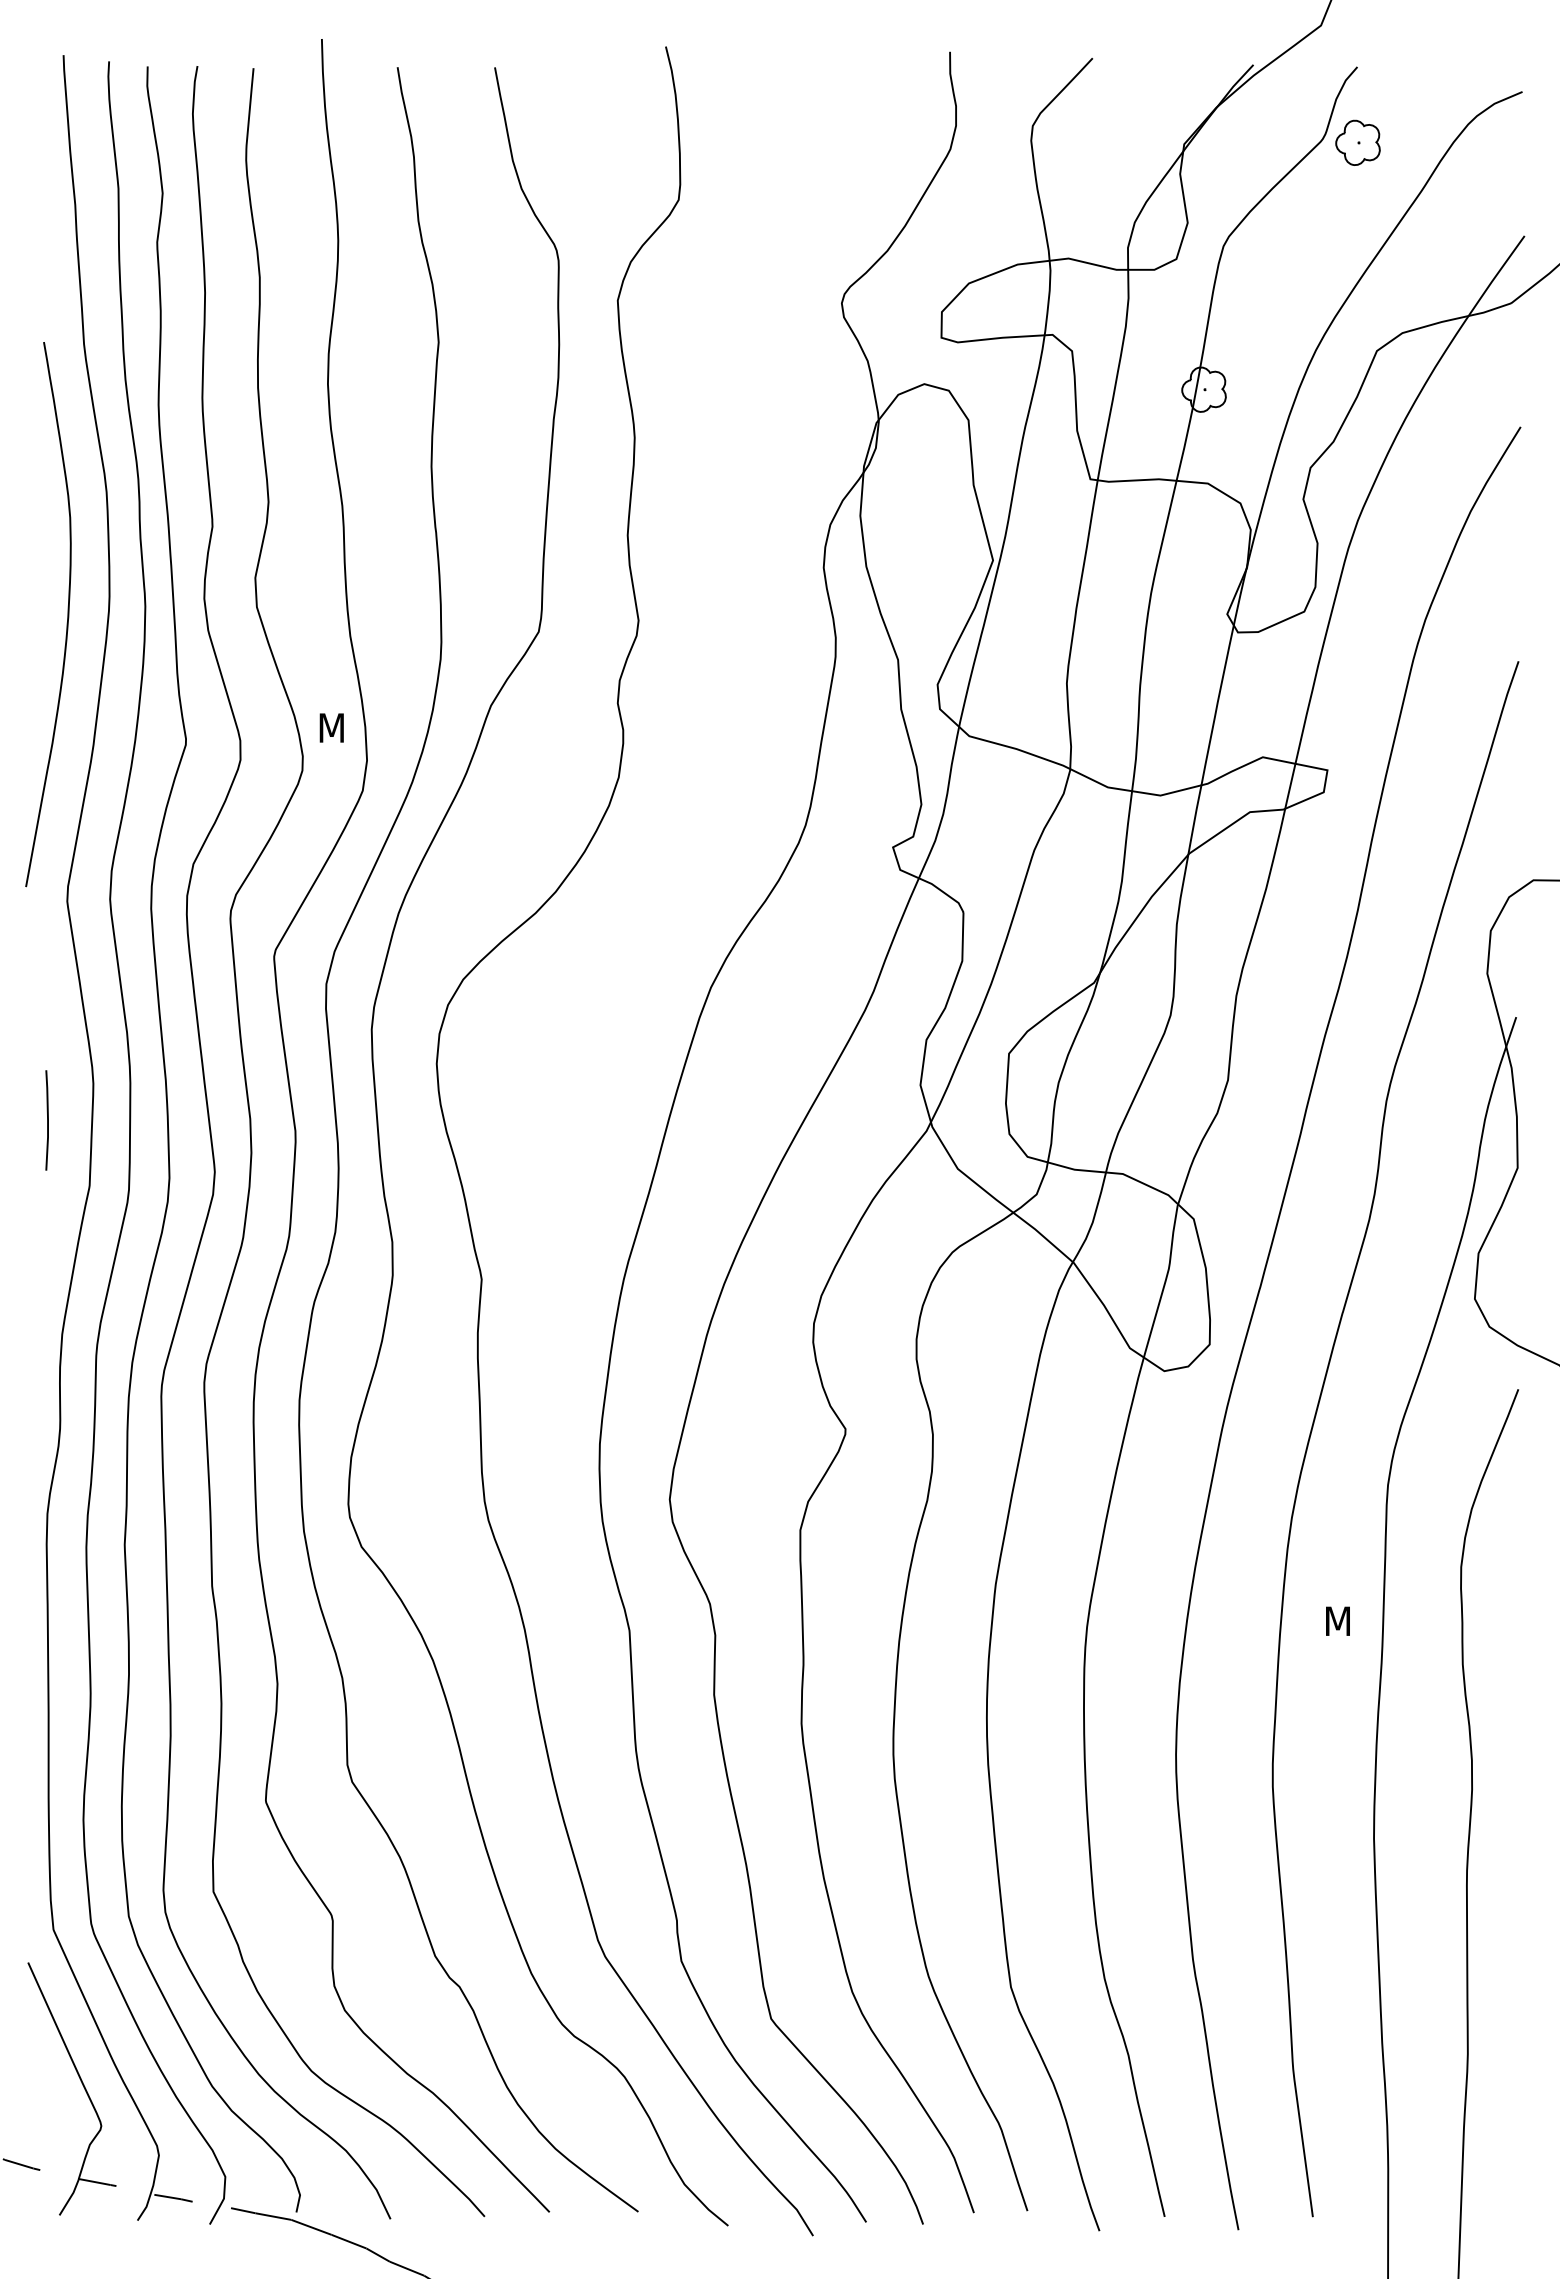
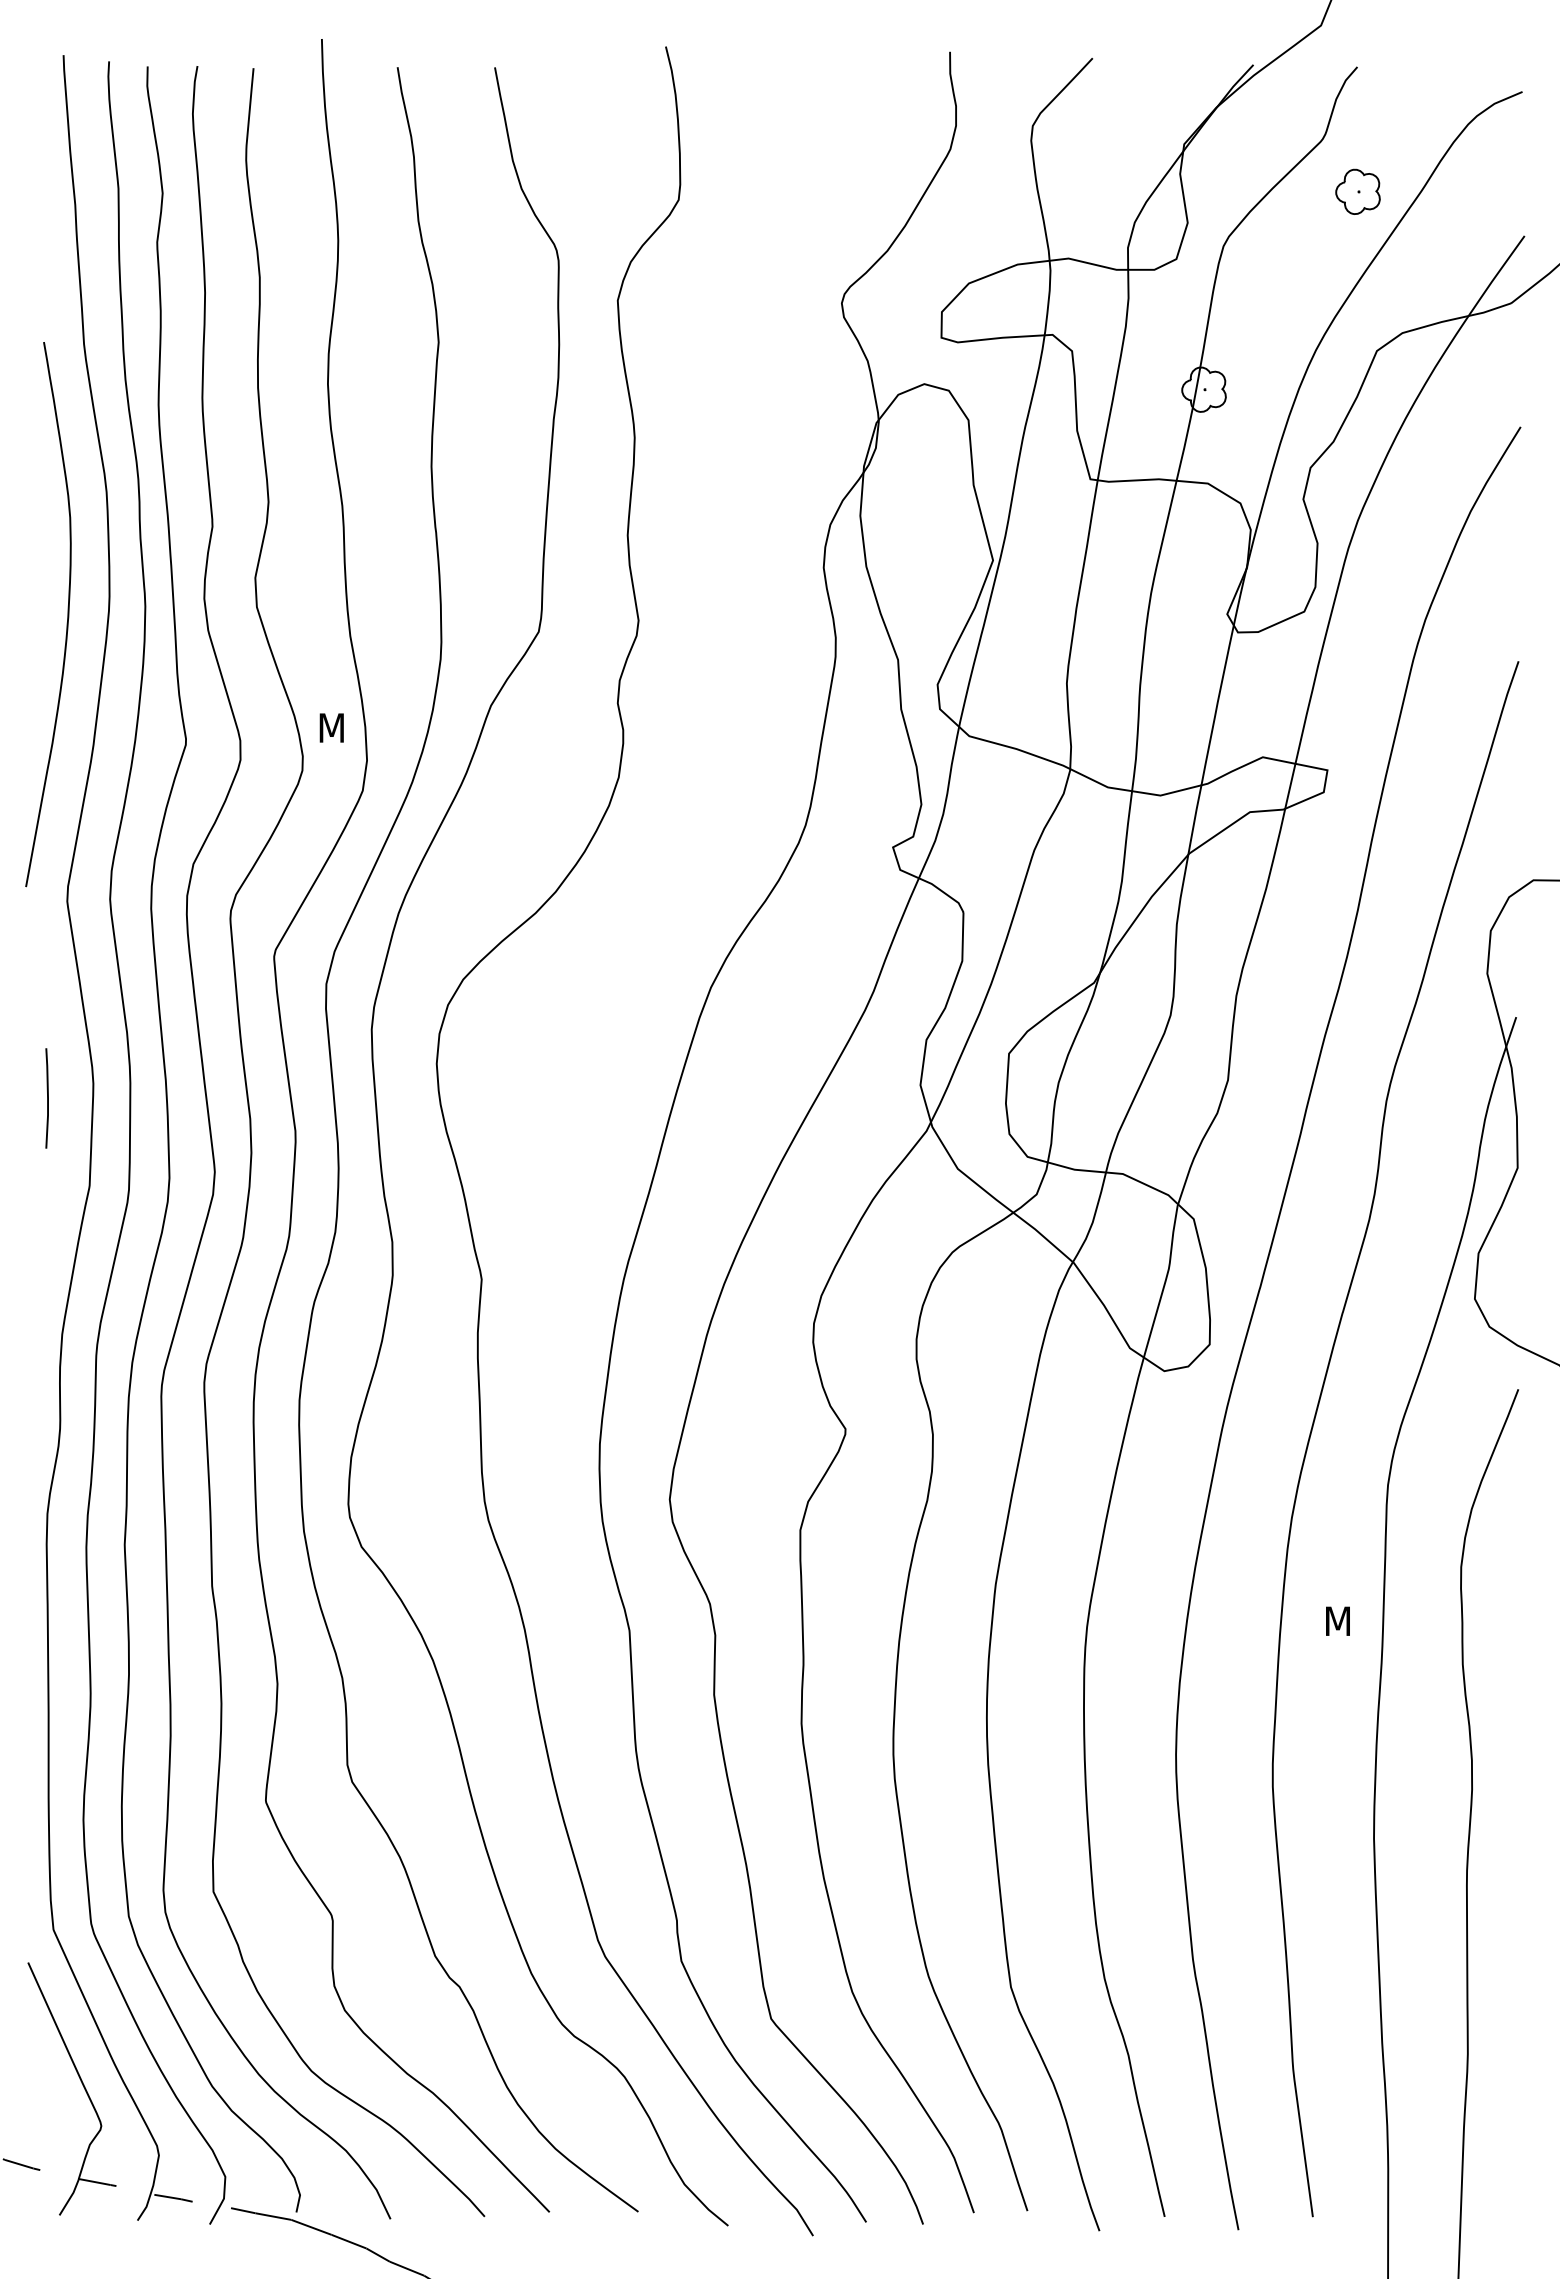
part at (1357, 142) position: (1357, 142) -> (1357, 191)
line at (47, 1120) position: (47, 1120) -> (47, 1098)
